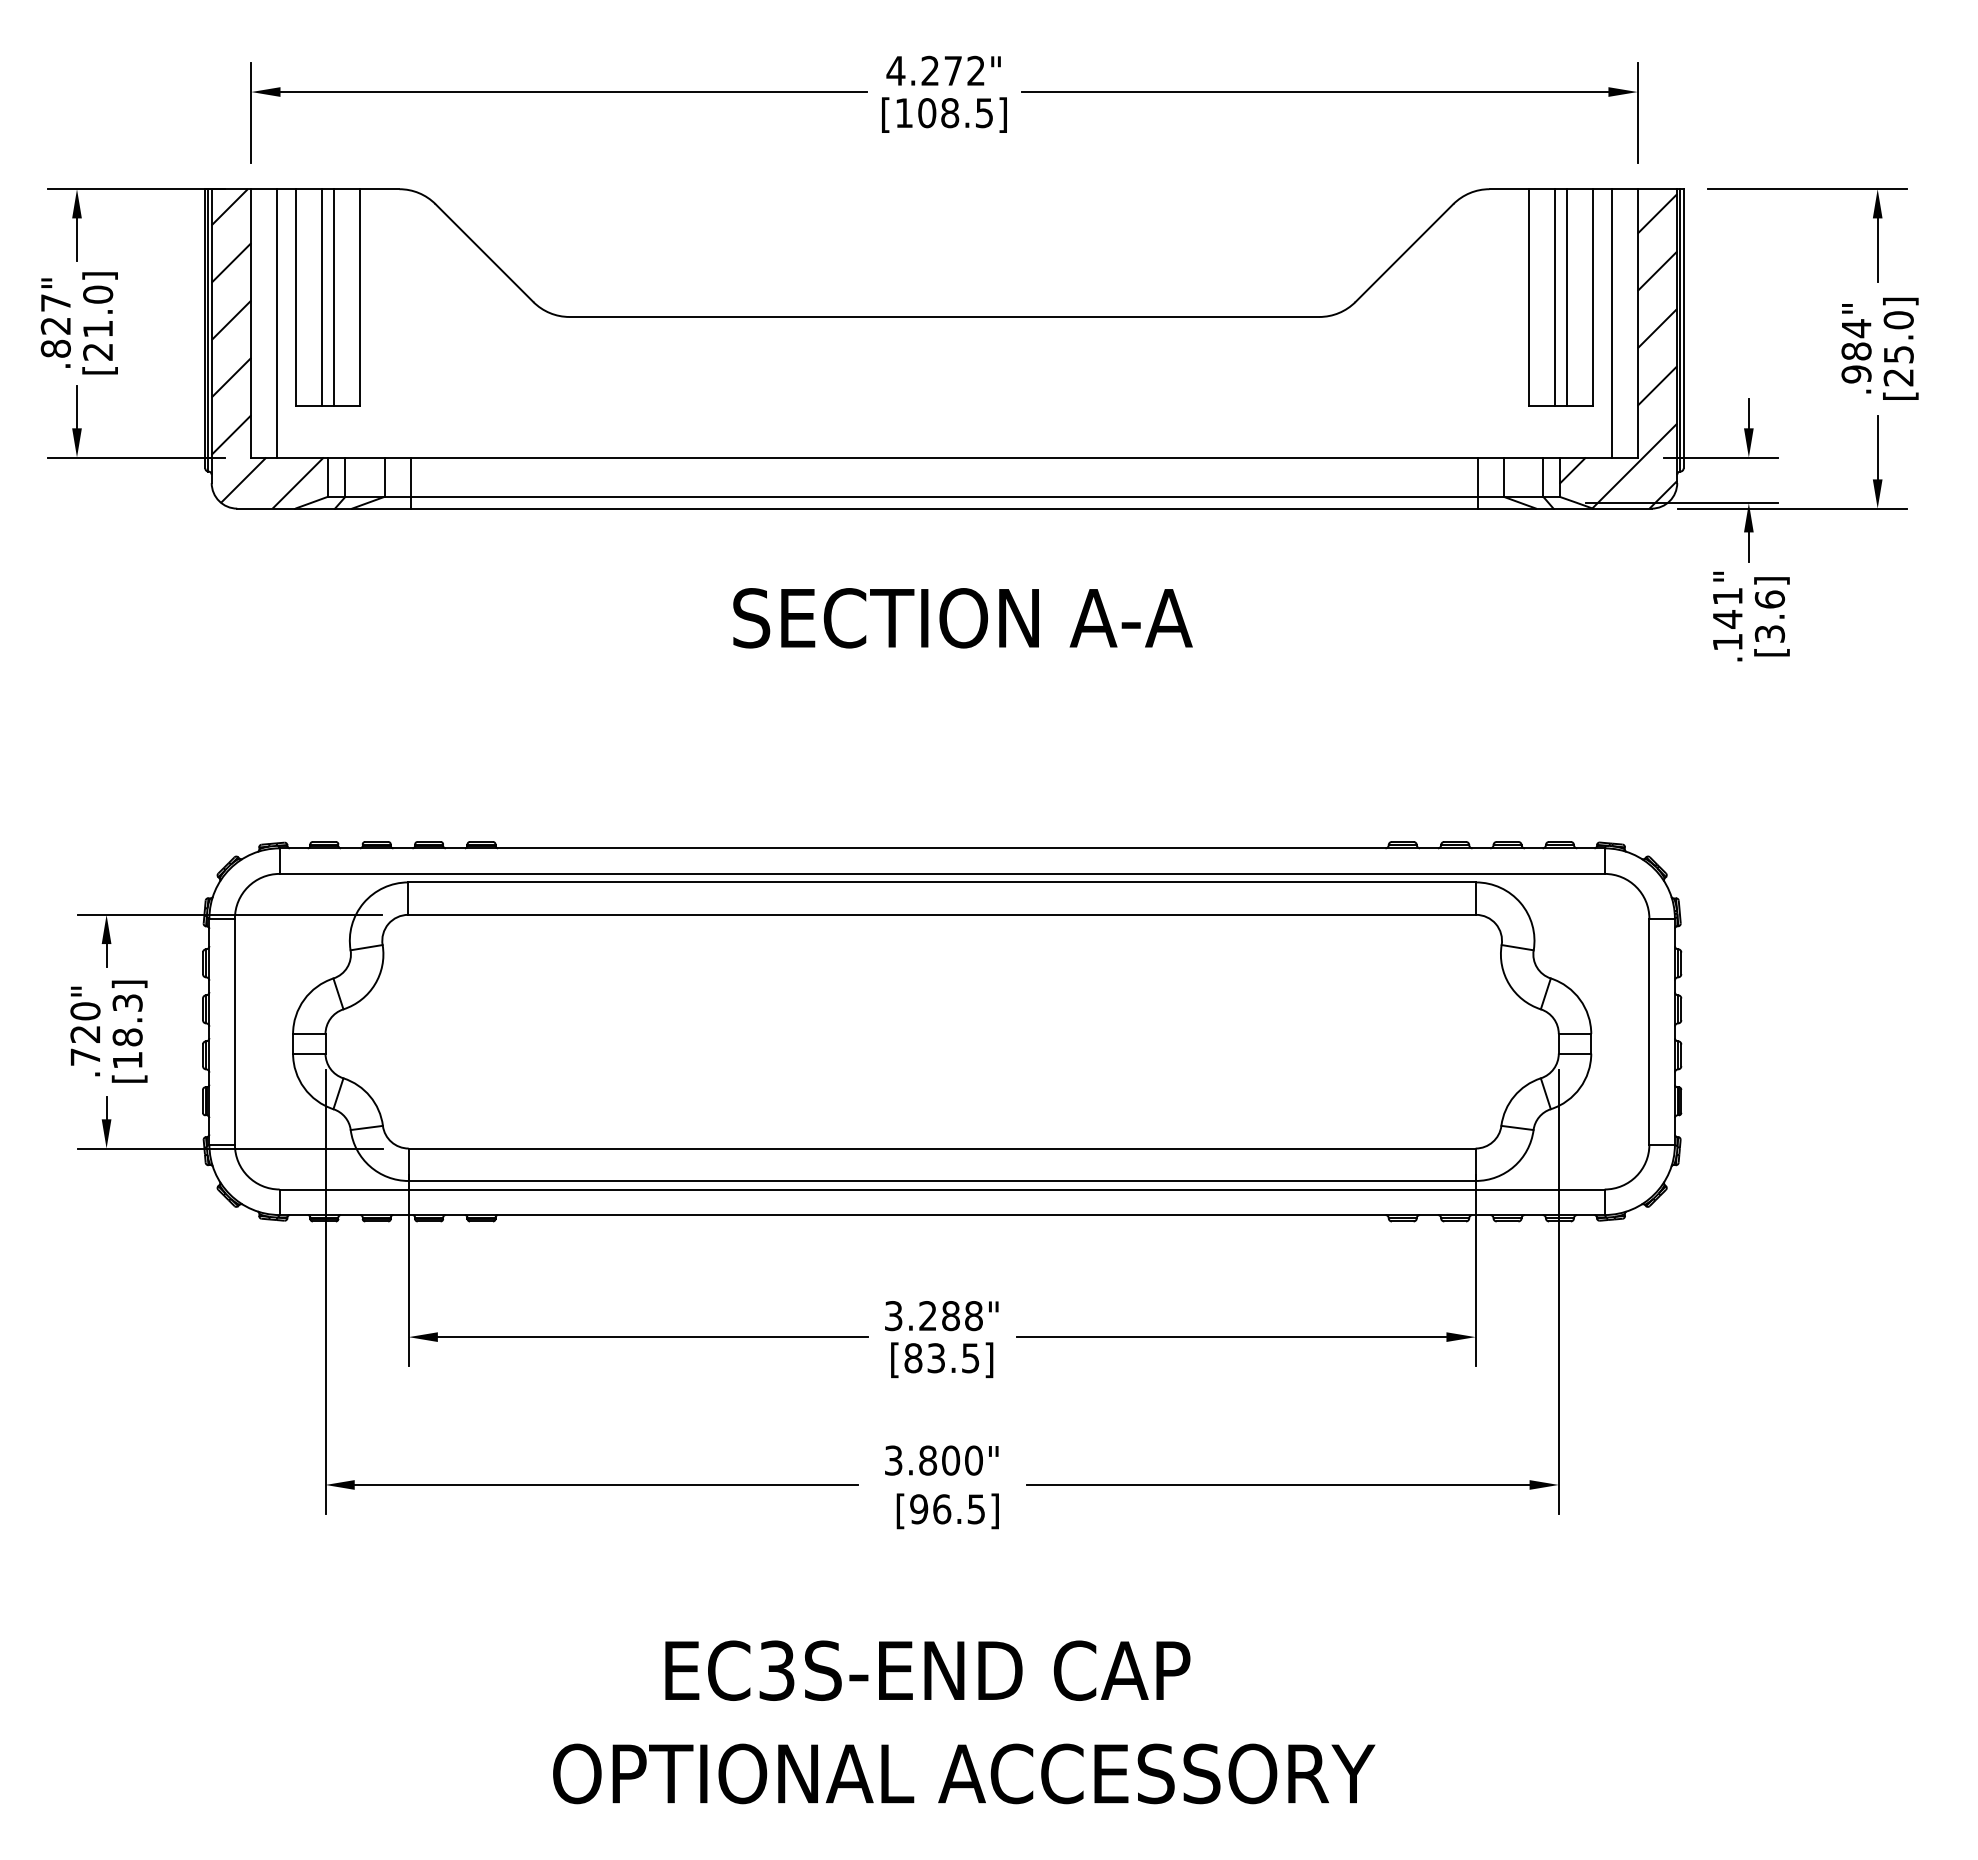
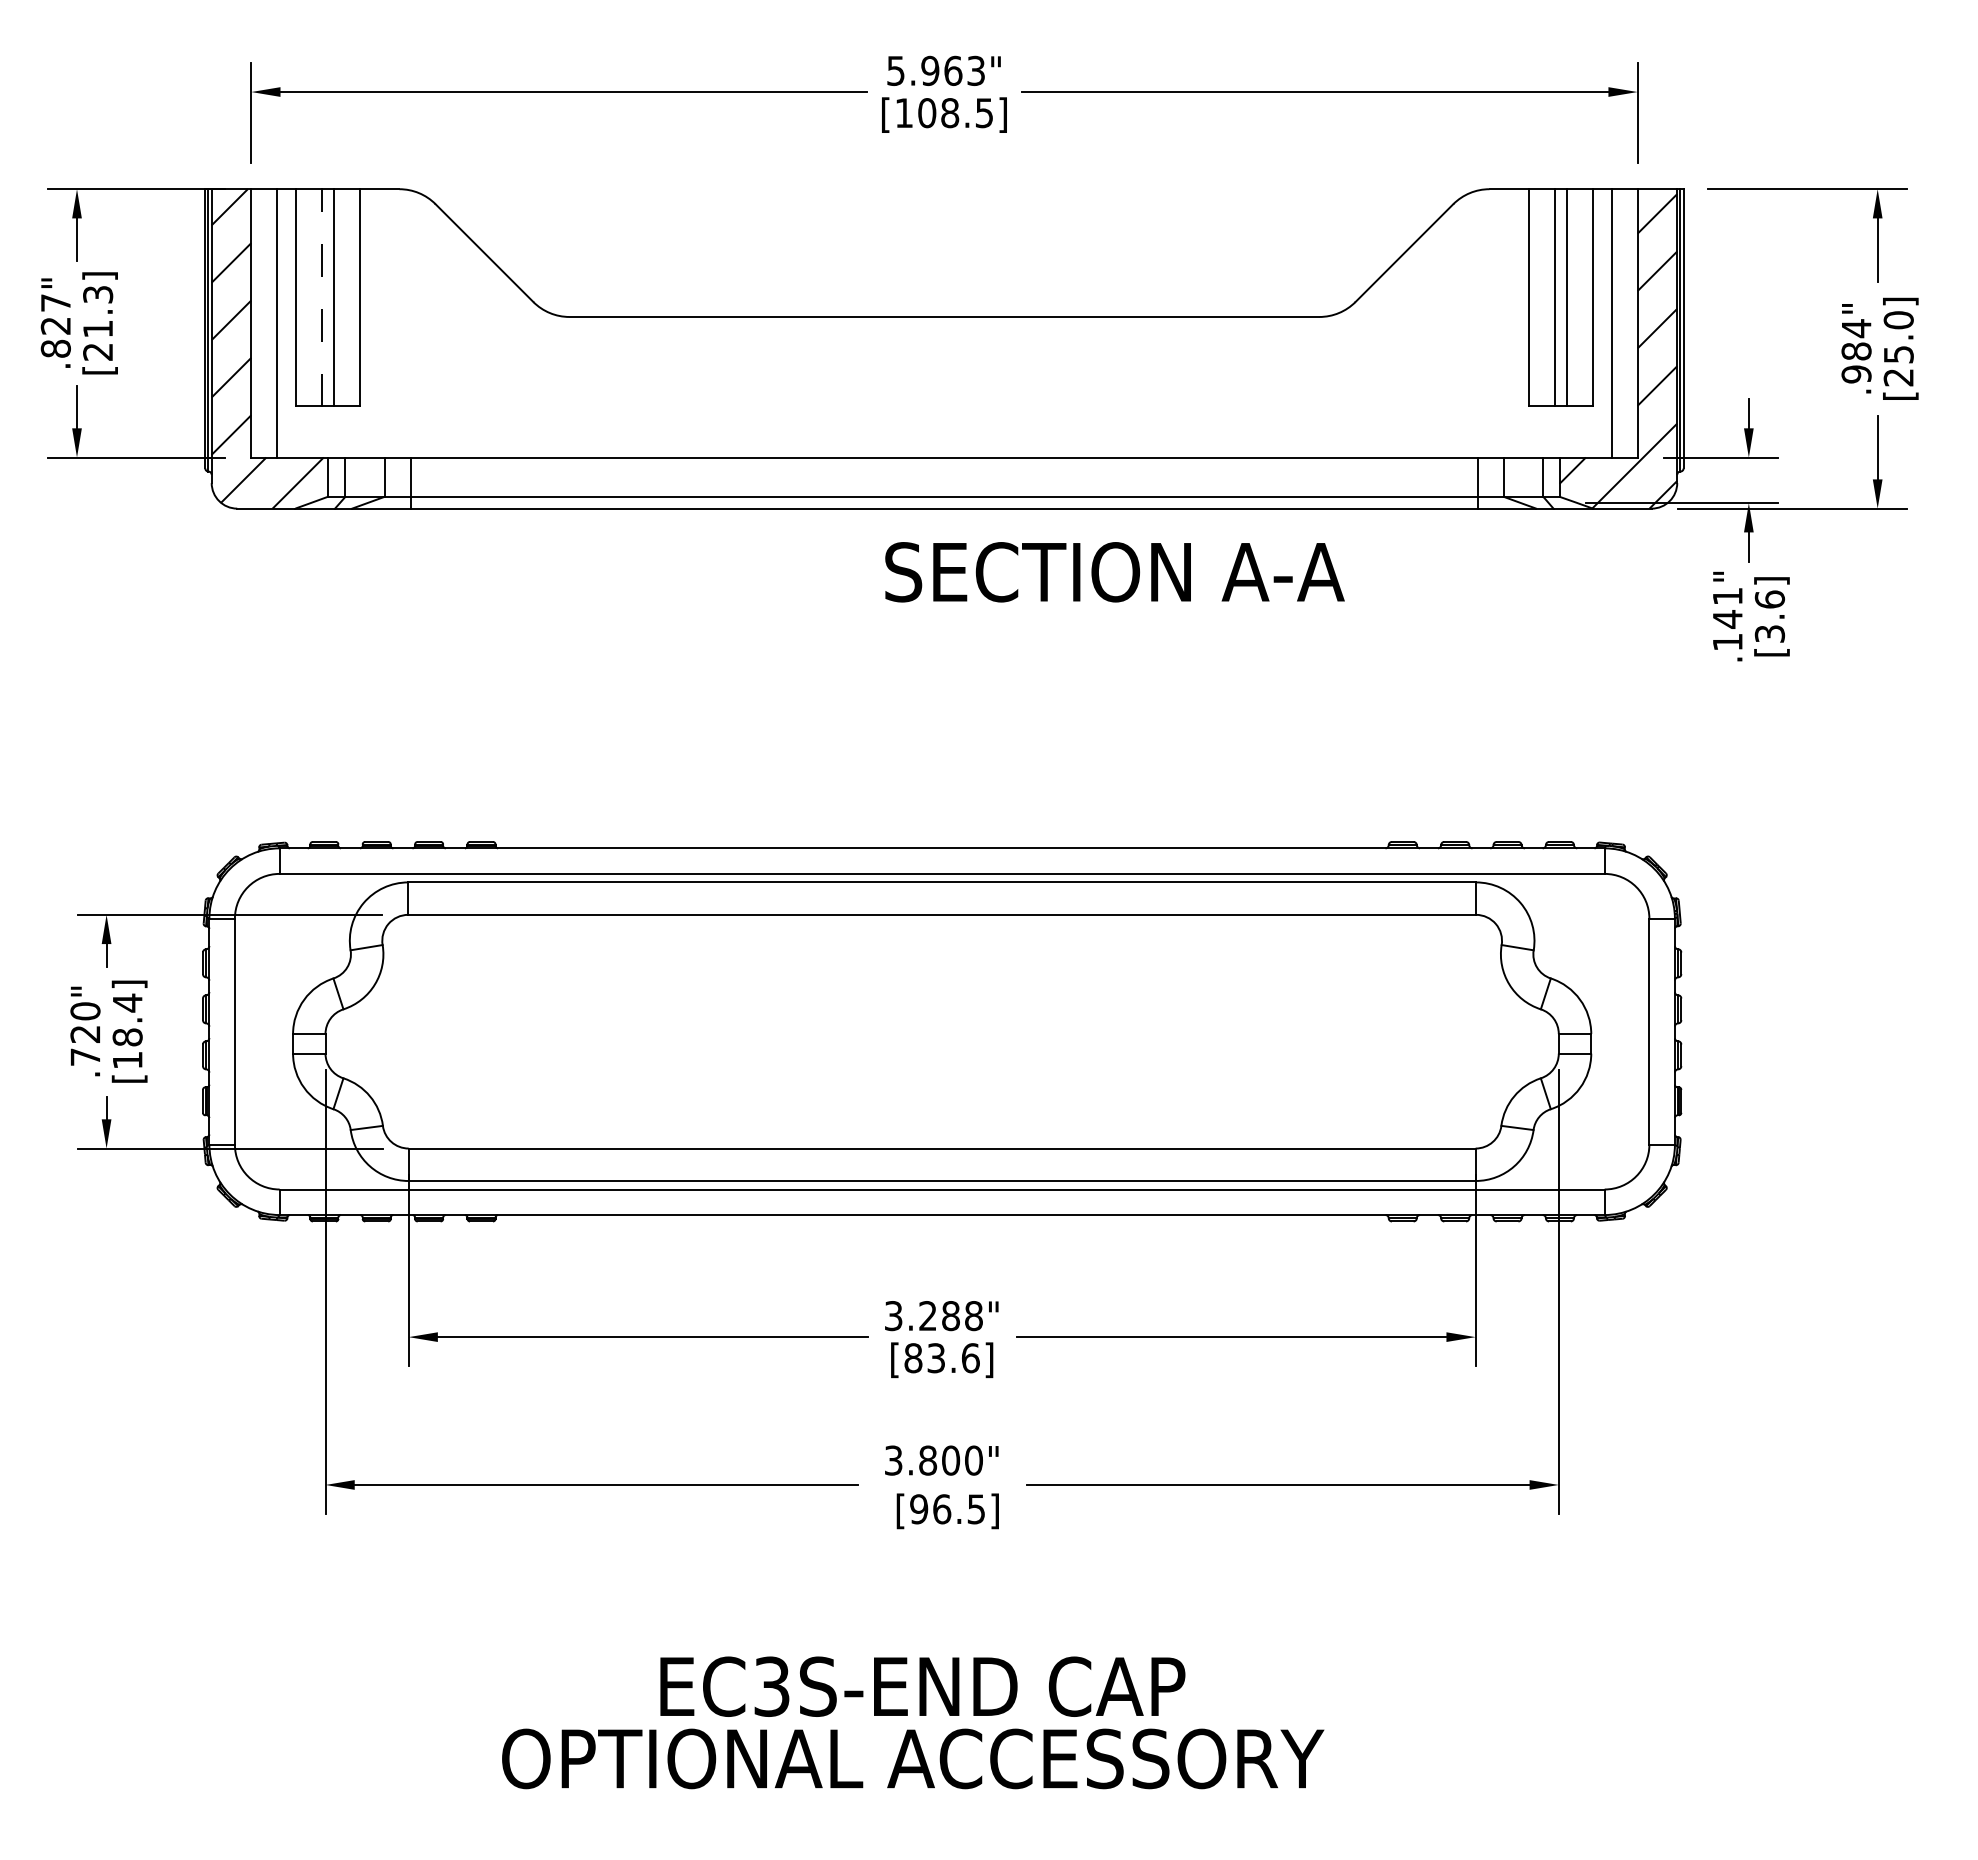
text at (935, 70): 4.272" -> 5.963"
text at (98, 294): [21.0] -> [21.3]
line at (321, 297): solid -> dashed
text at (962, 618) position: (962, 618) -> (1114, 572)
text at (127, 1002): [18.3] -> [18.4]
text at (970, 1358): [83.5] -> [83.6]
text at (927, 1670) position: (927, 1670) -> (922, 1686)
text at (964, 1773) position: (964, 1773) -> (913, 1758)
